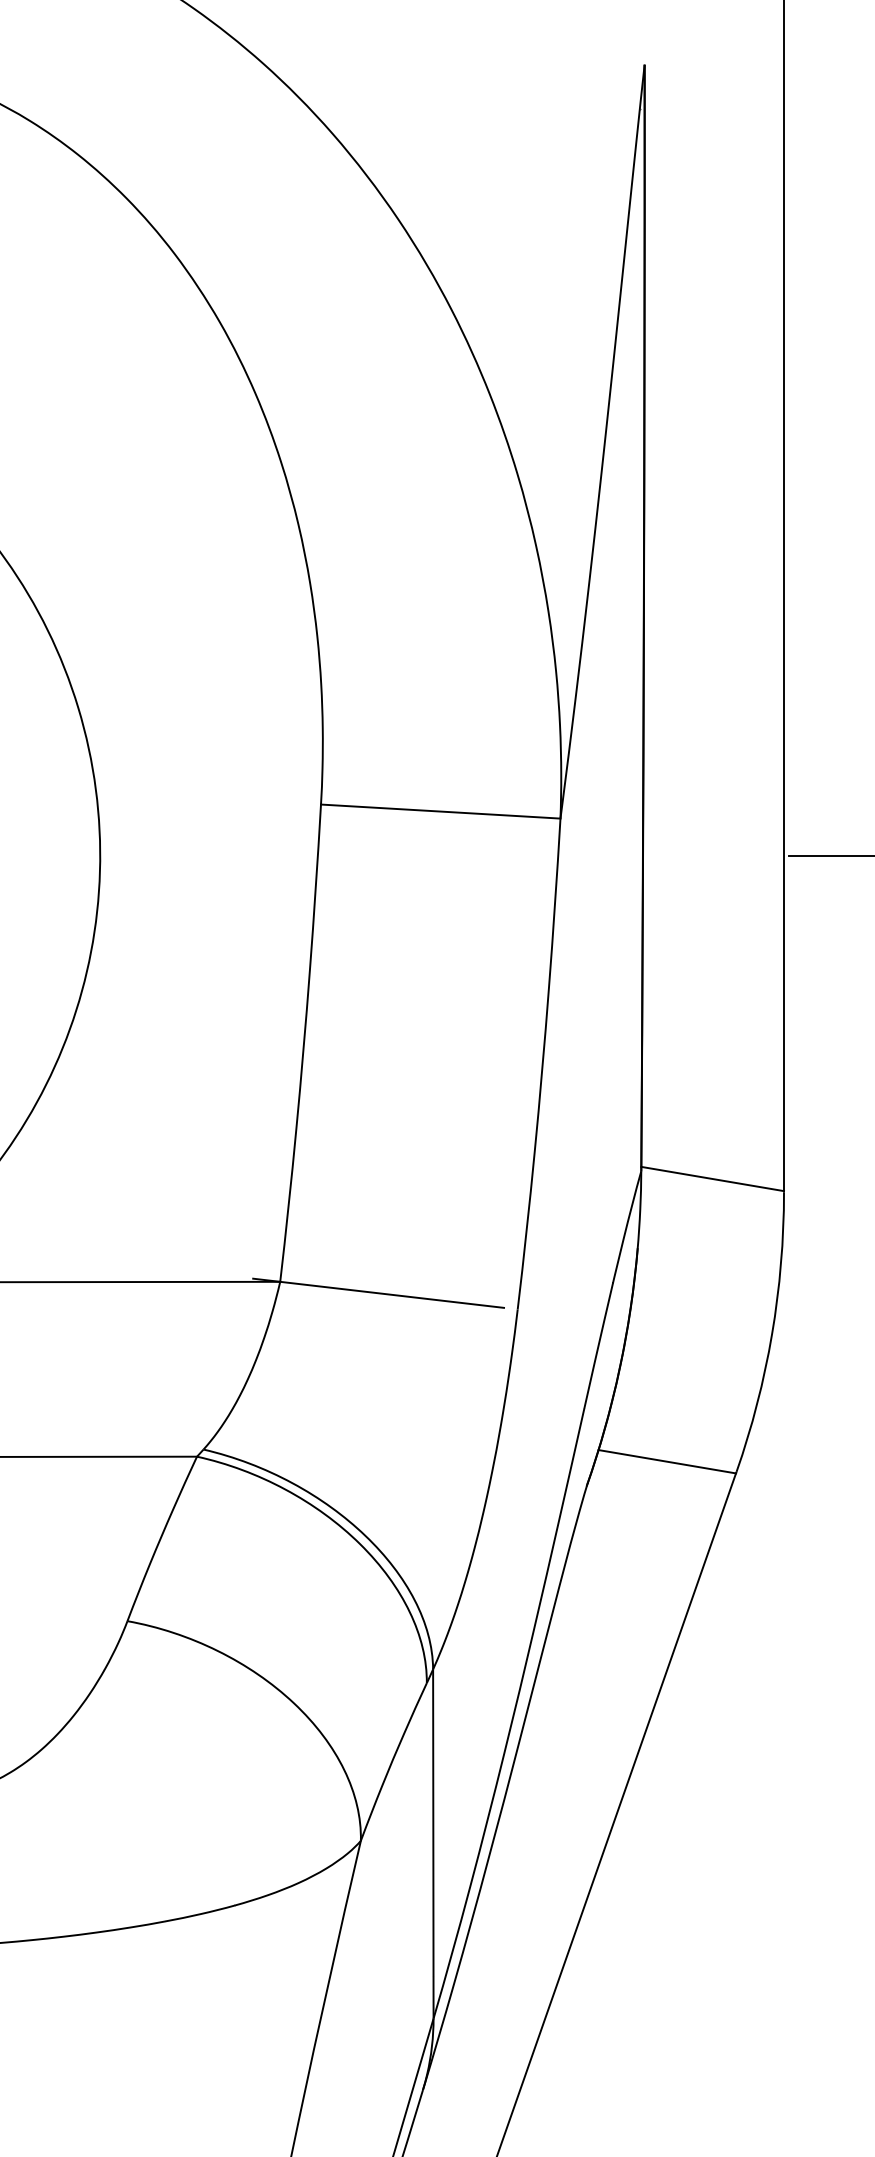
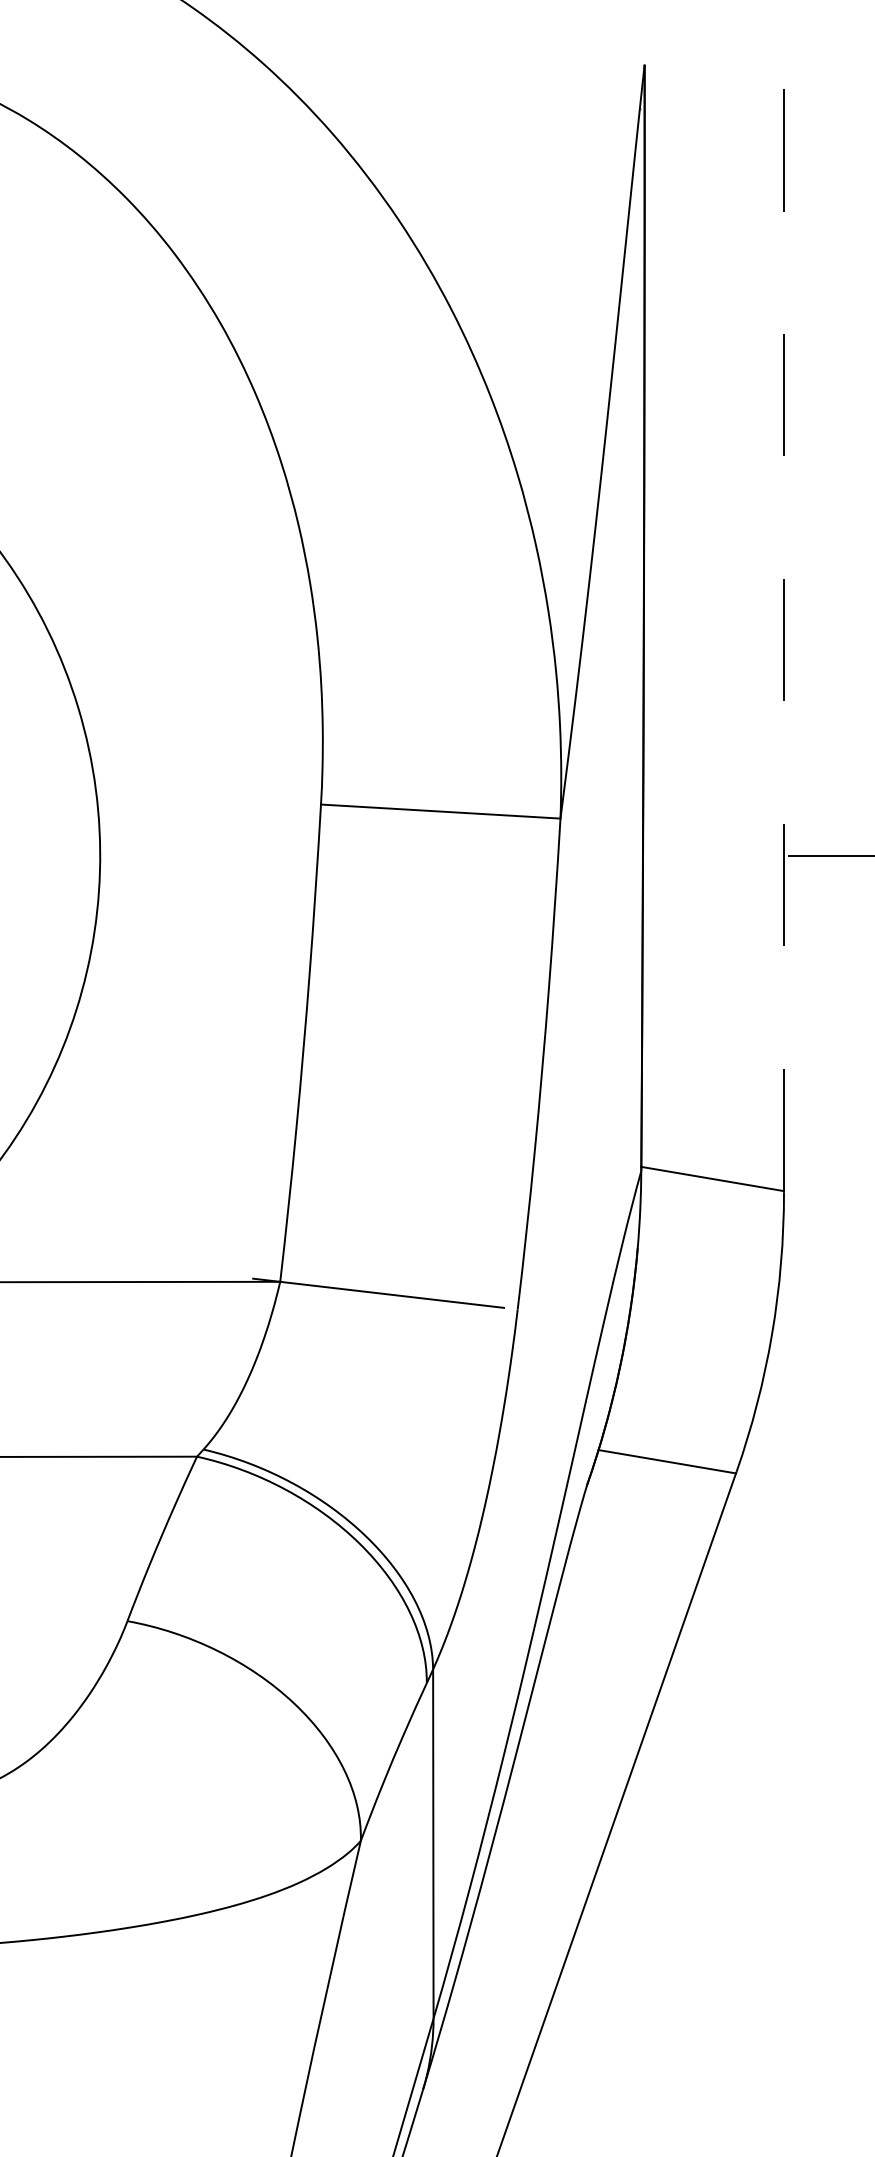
line at (784, 595): solid -> dashed
